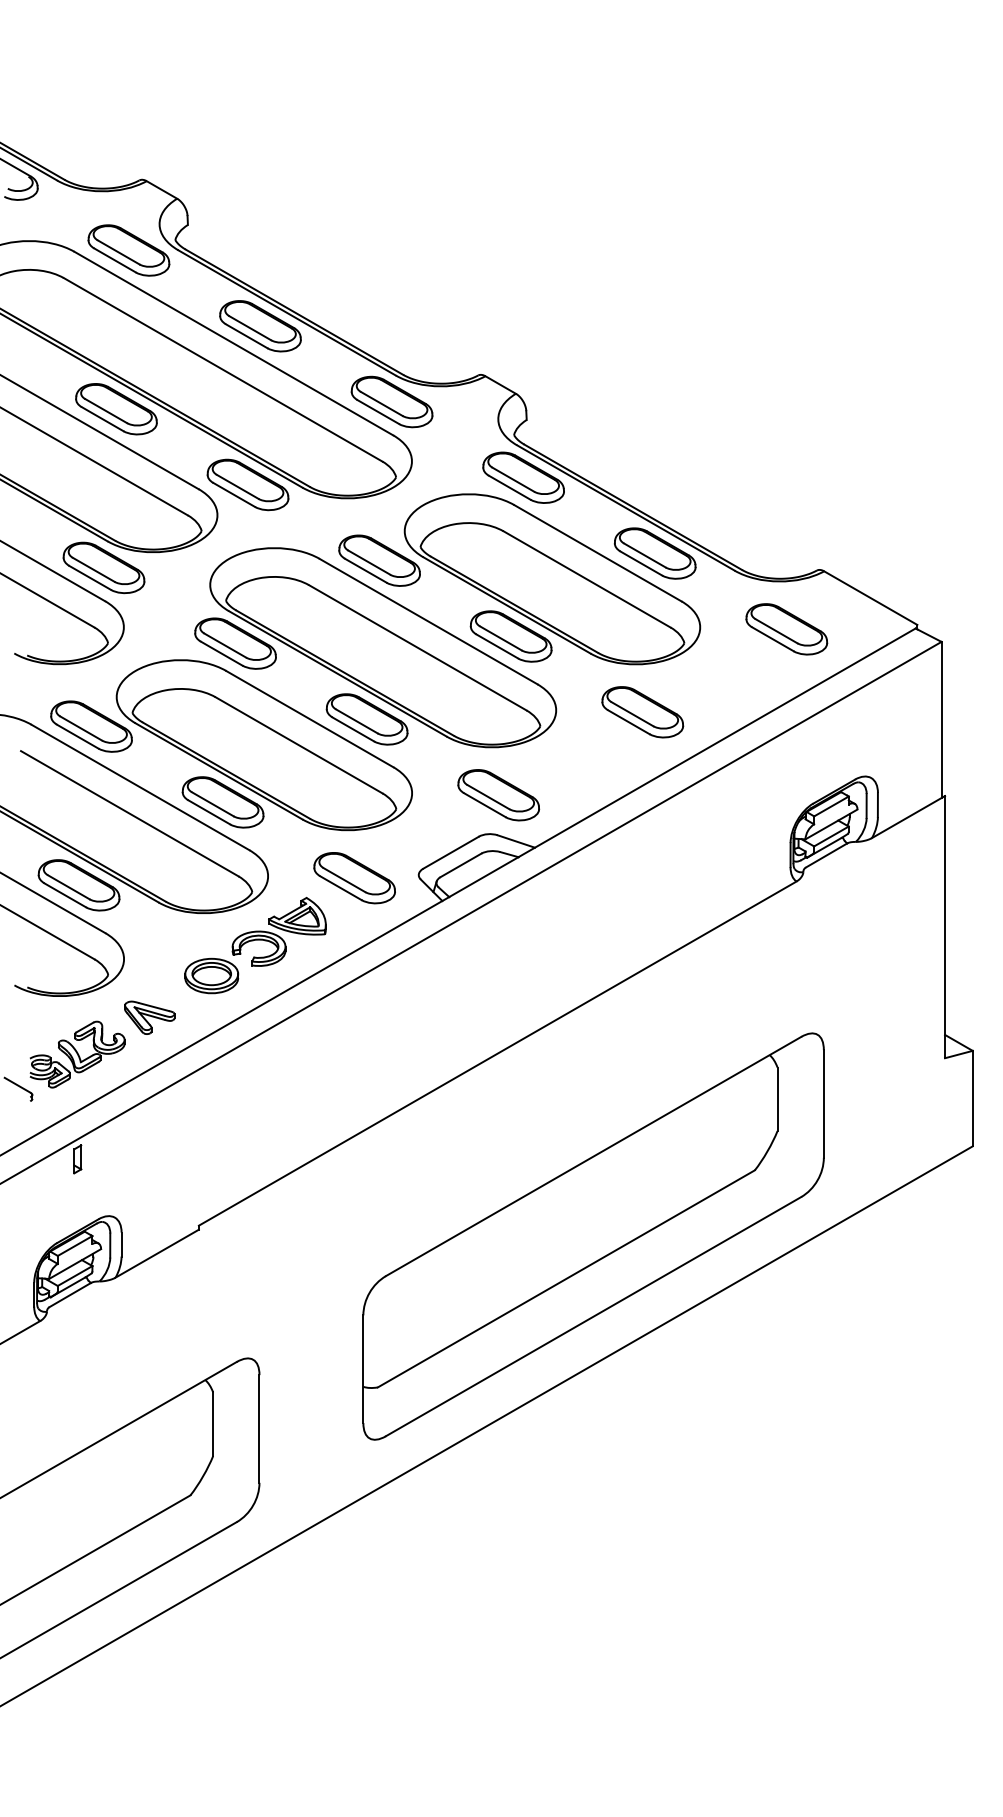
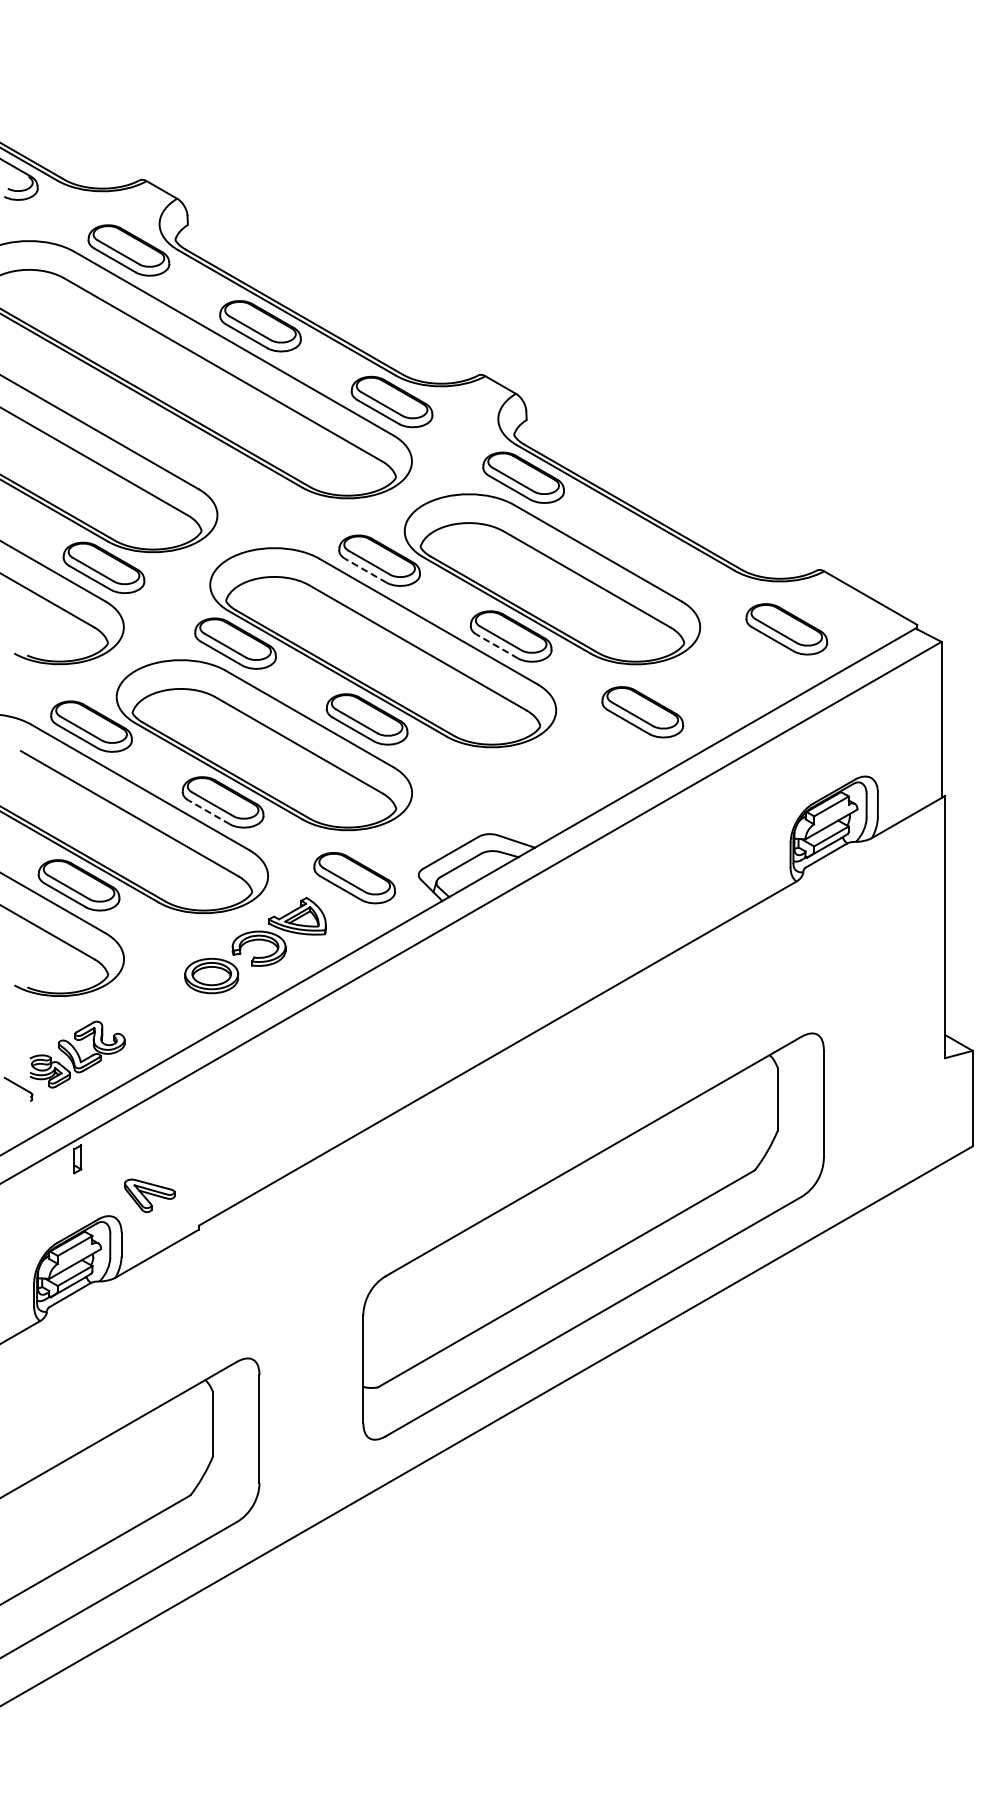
part at (116, 409): present -> none
part at (247, 484): present -> none
part at (654, 553): present -> none
line at (365, 570): solid -> dashed
line at (497, 646): solid -> dashed
part at (498, 795): present -> none
line at (209, 812): solid -> dashed
part at (149, 1017) position: (149, 1017) -> (149, 1195)
